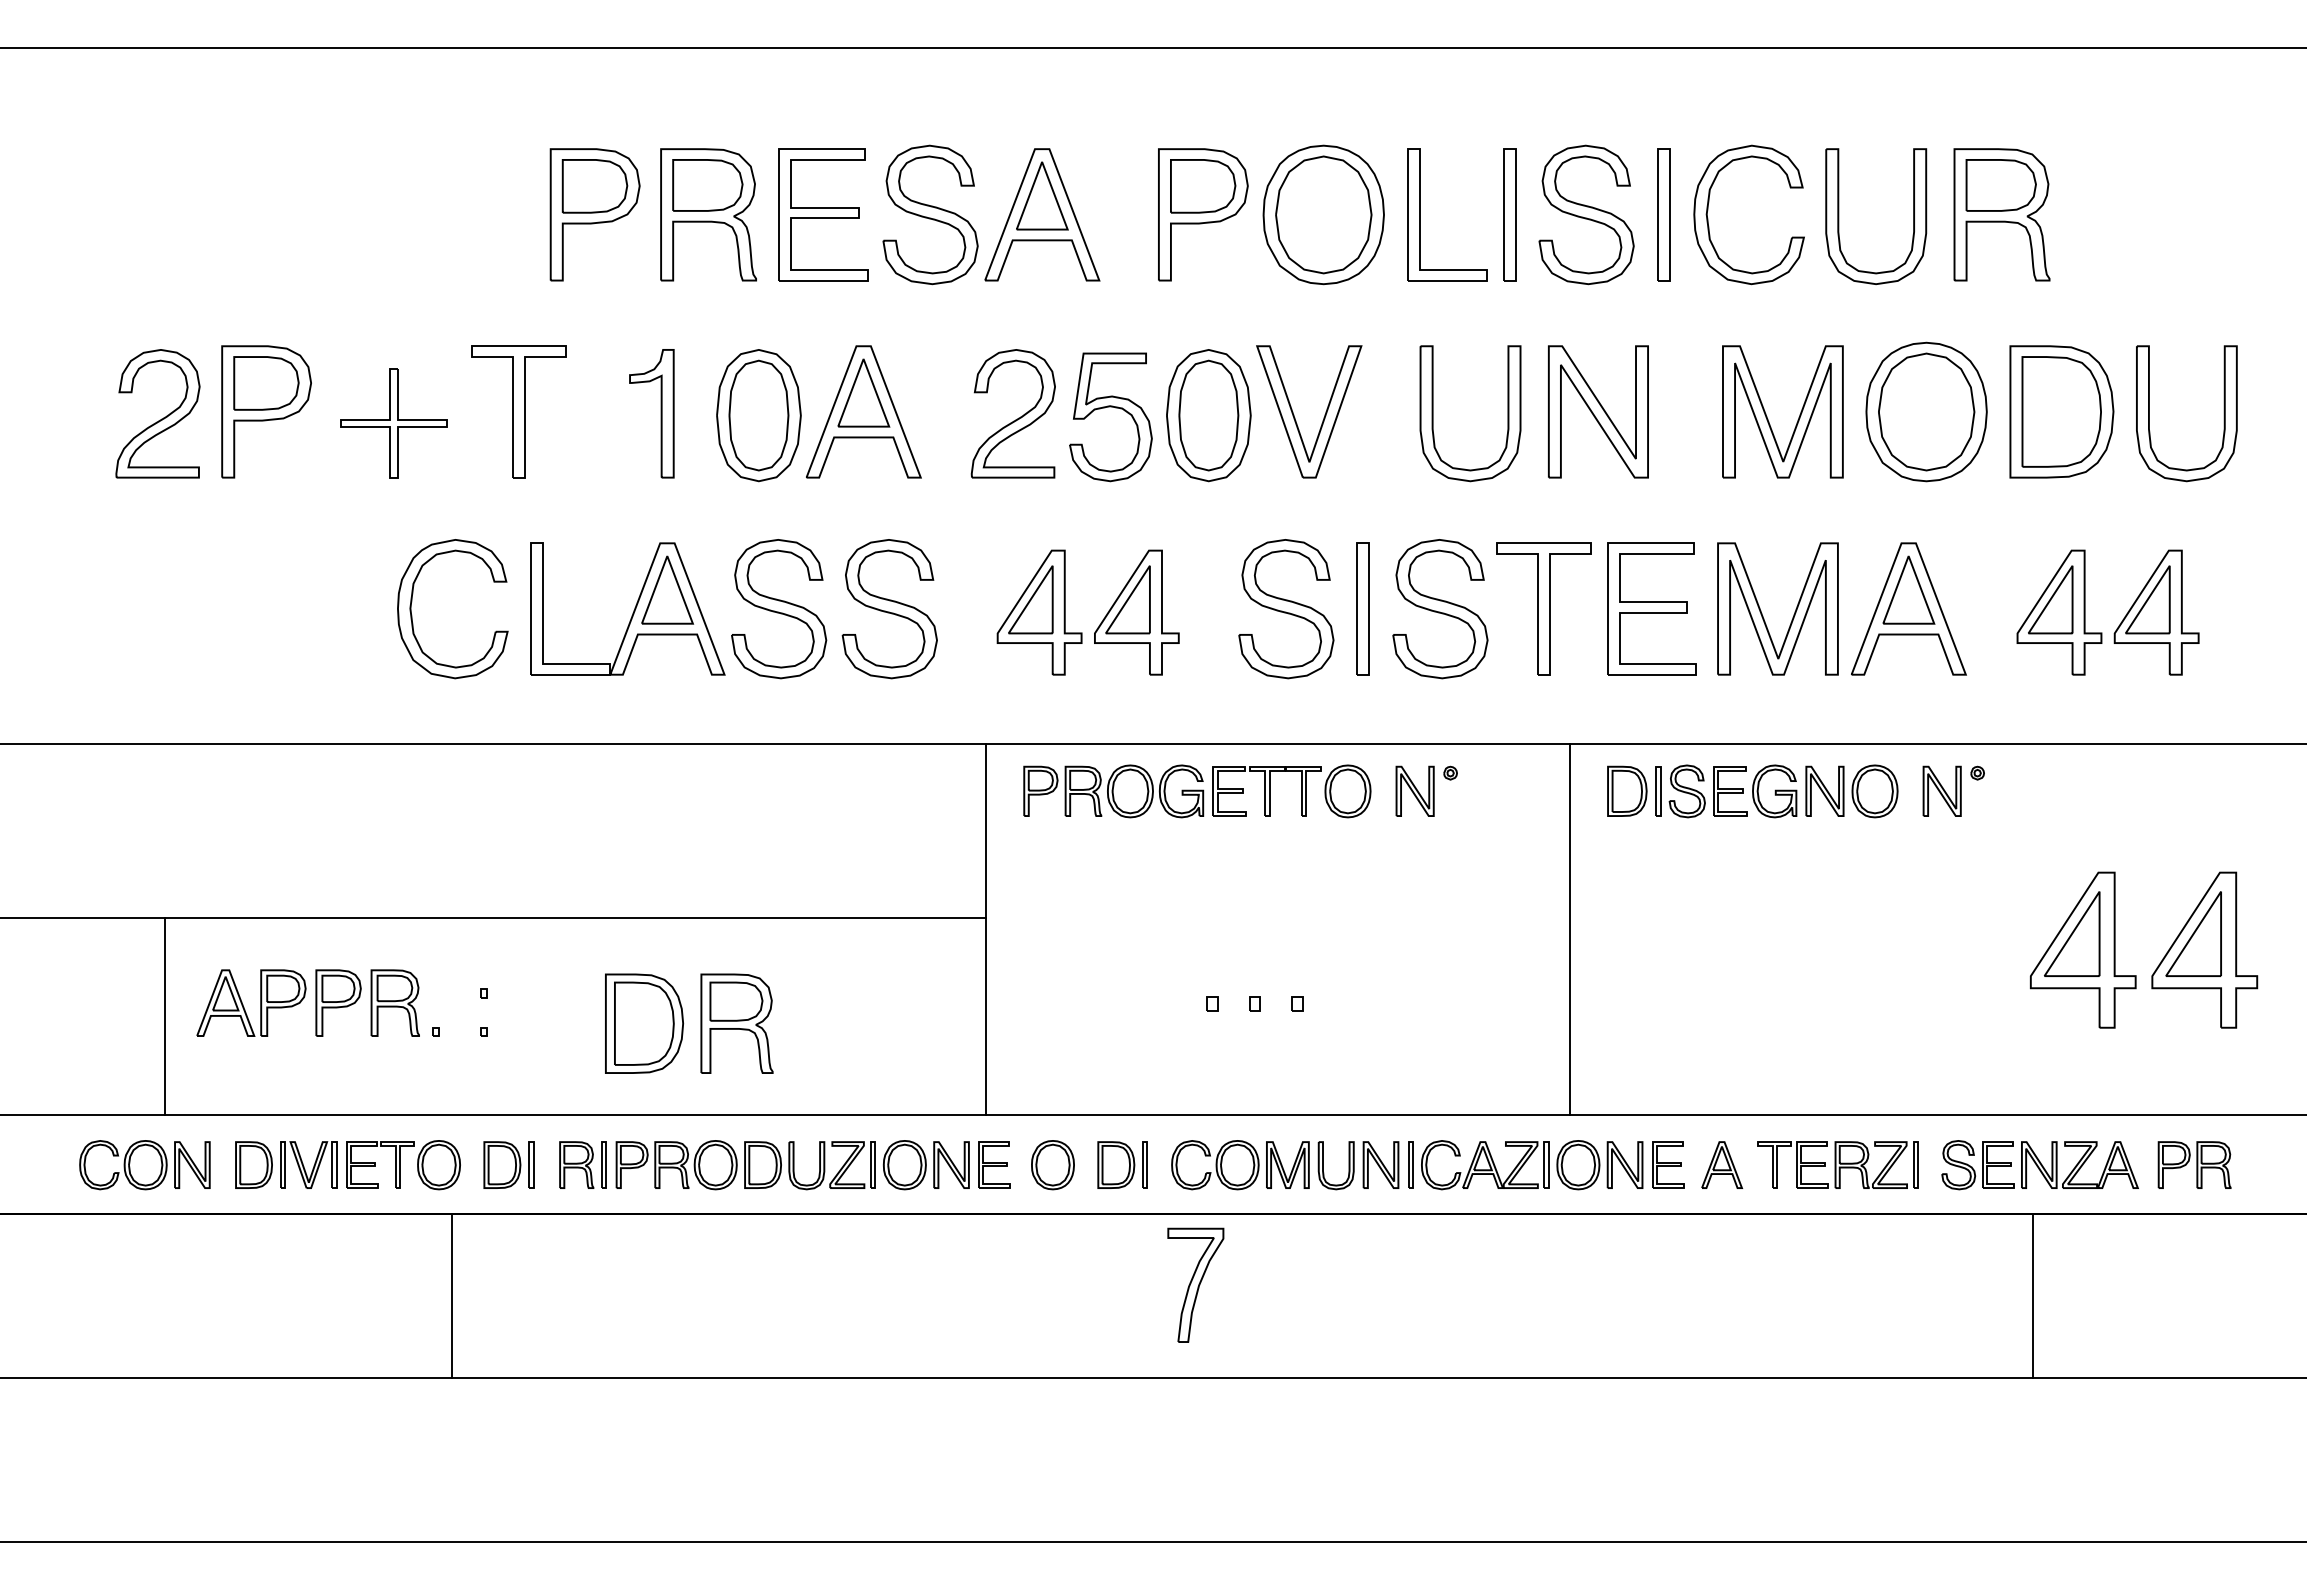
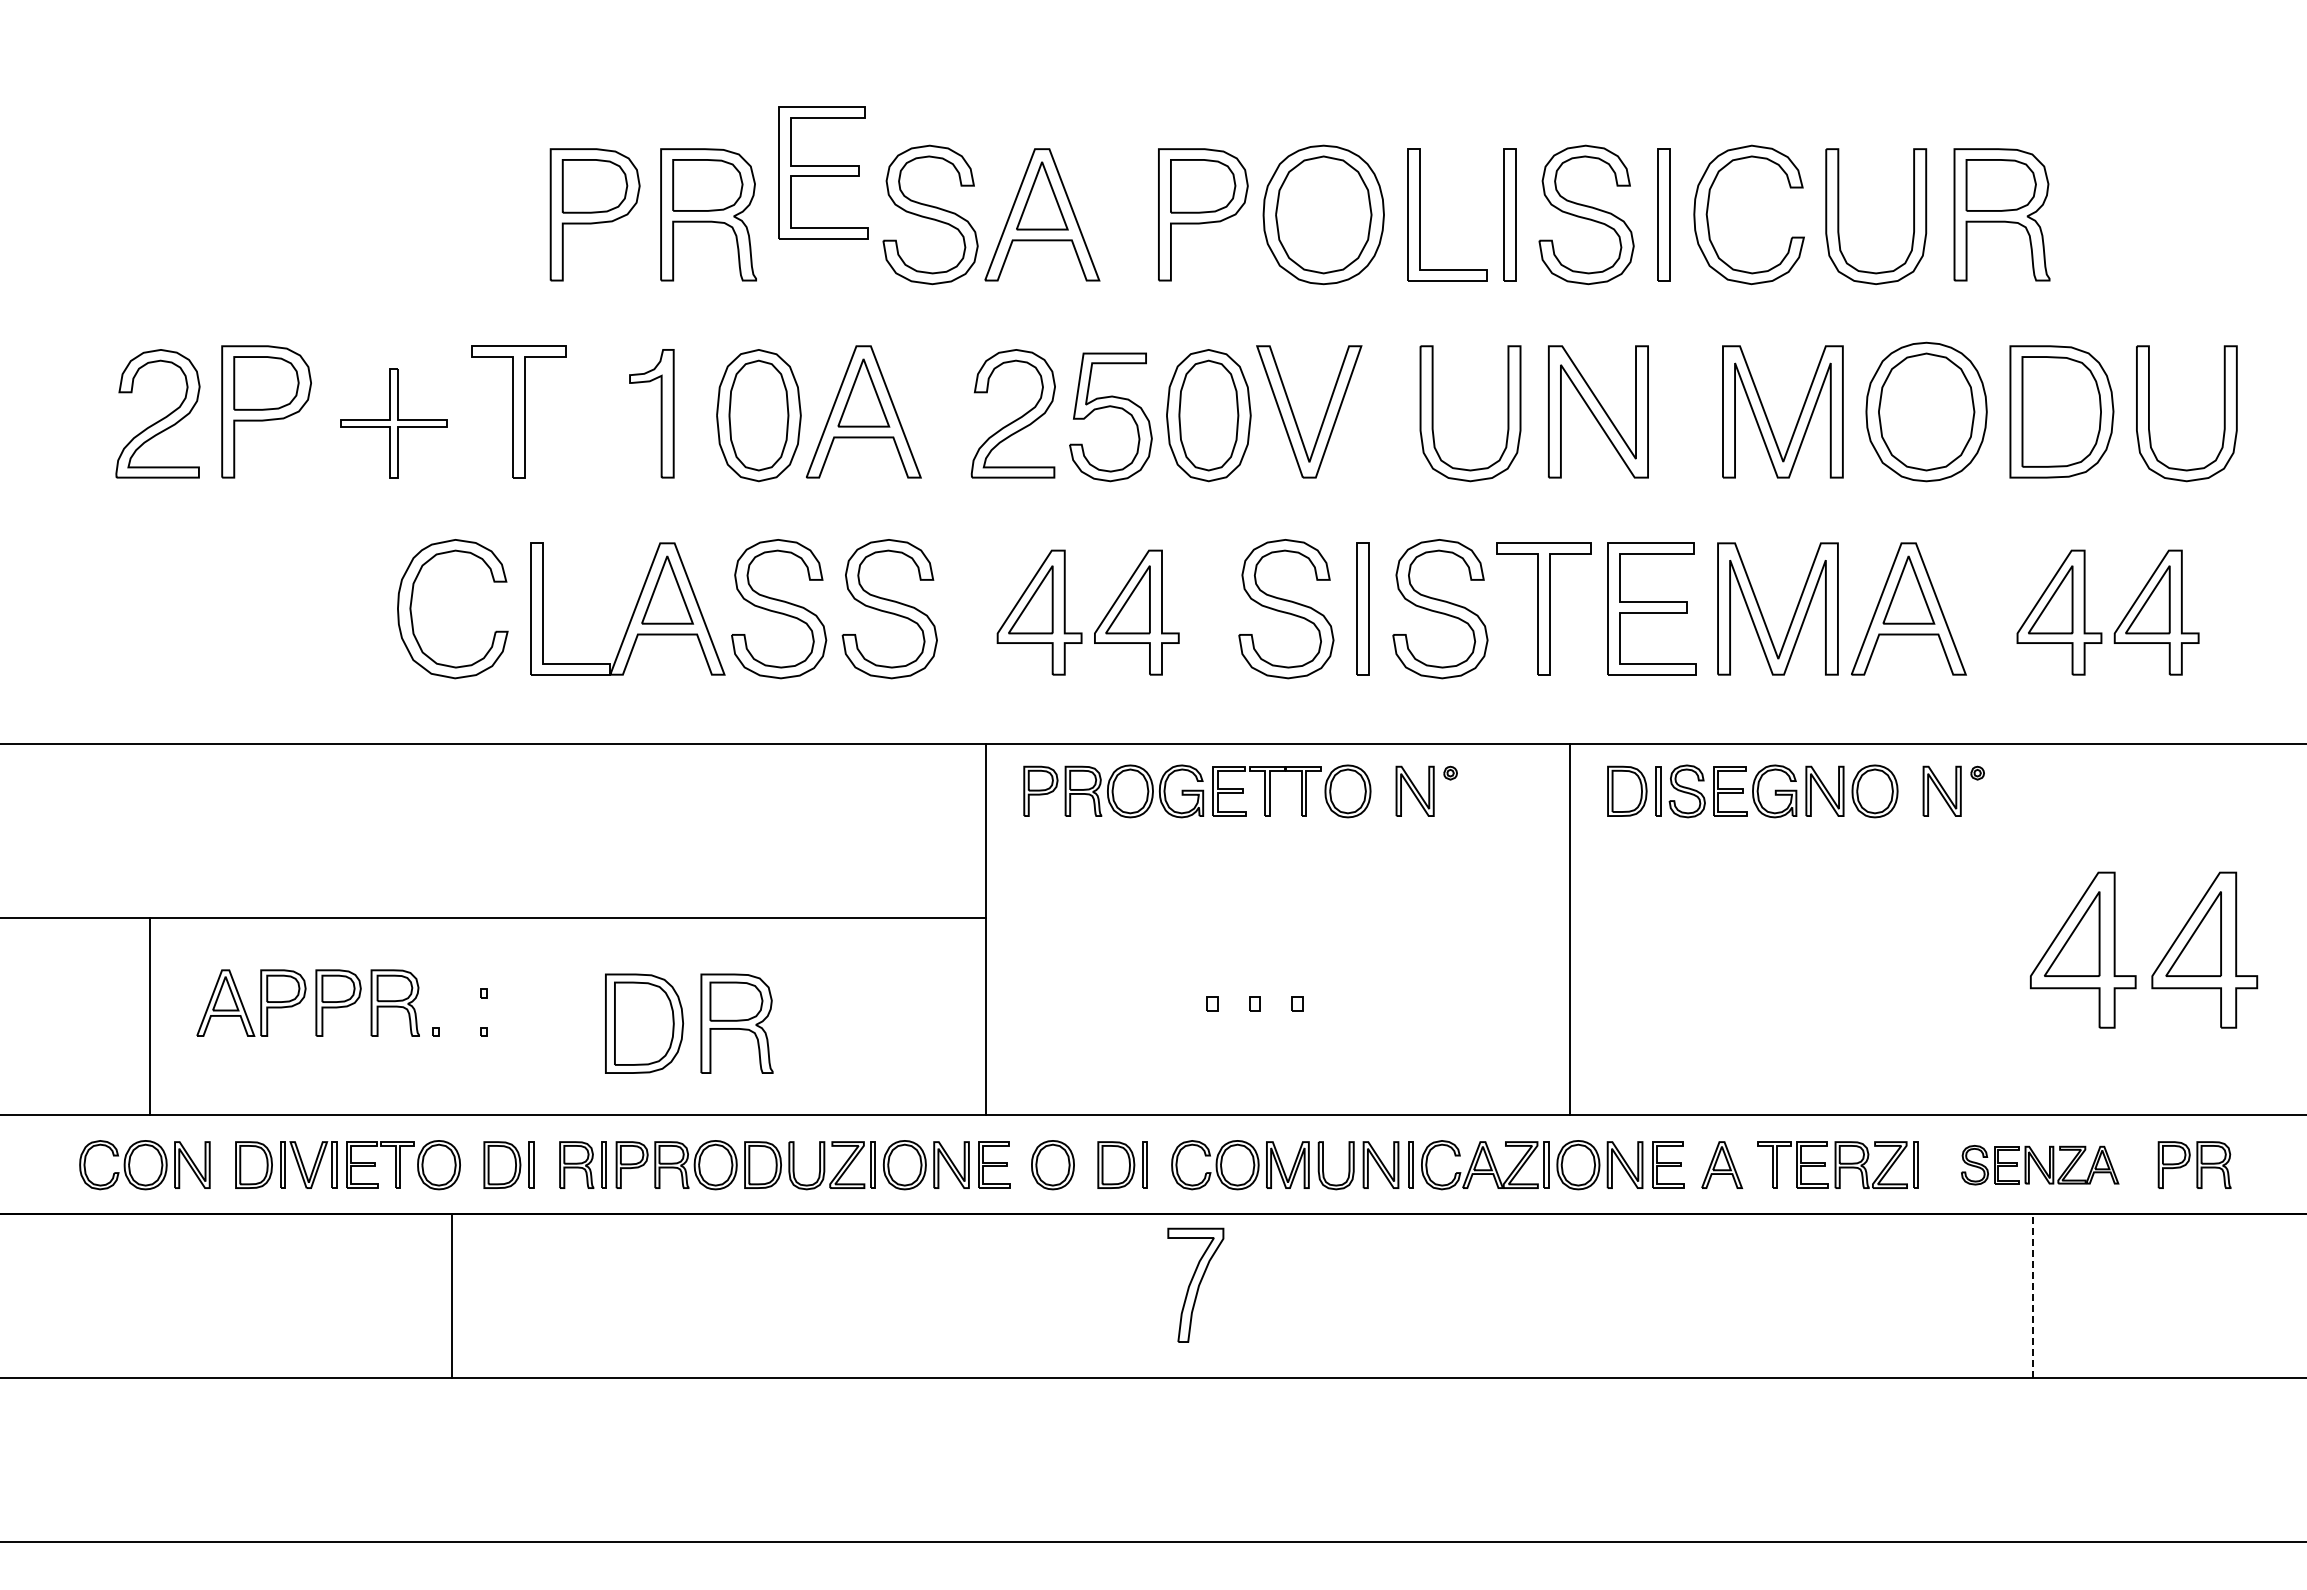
line at (1152, 47): present -> none
part at (823, 214) position: (823, 214) -> (823, 172)
line at (164, 1016) position: (164, 1016) -> (149, 1016)
part at (2039, 1165) size: 198x51 px -> 159x41 px
line at (2032, 1295): solid -> dashed
